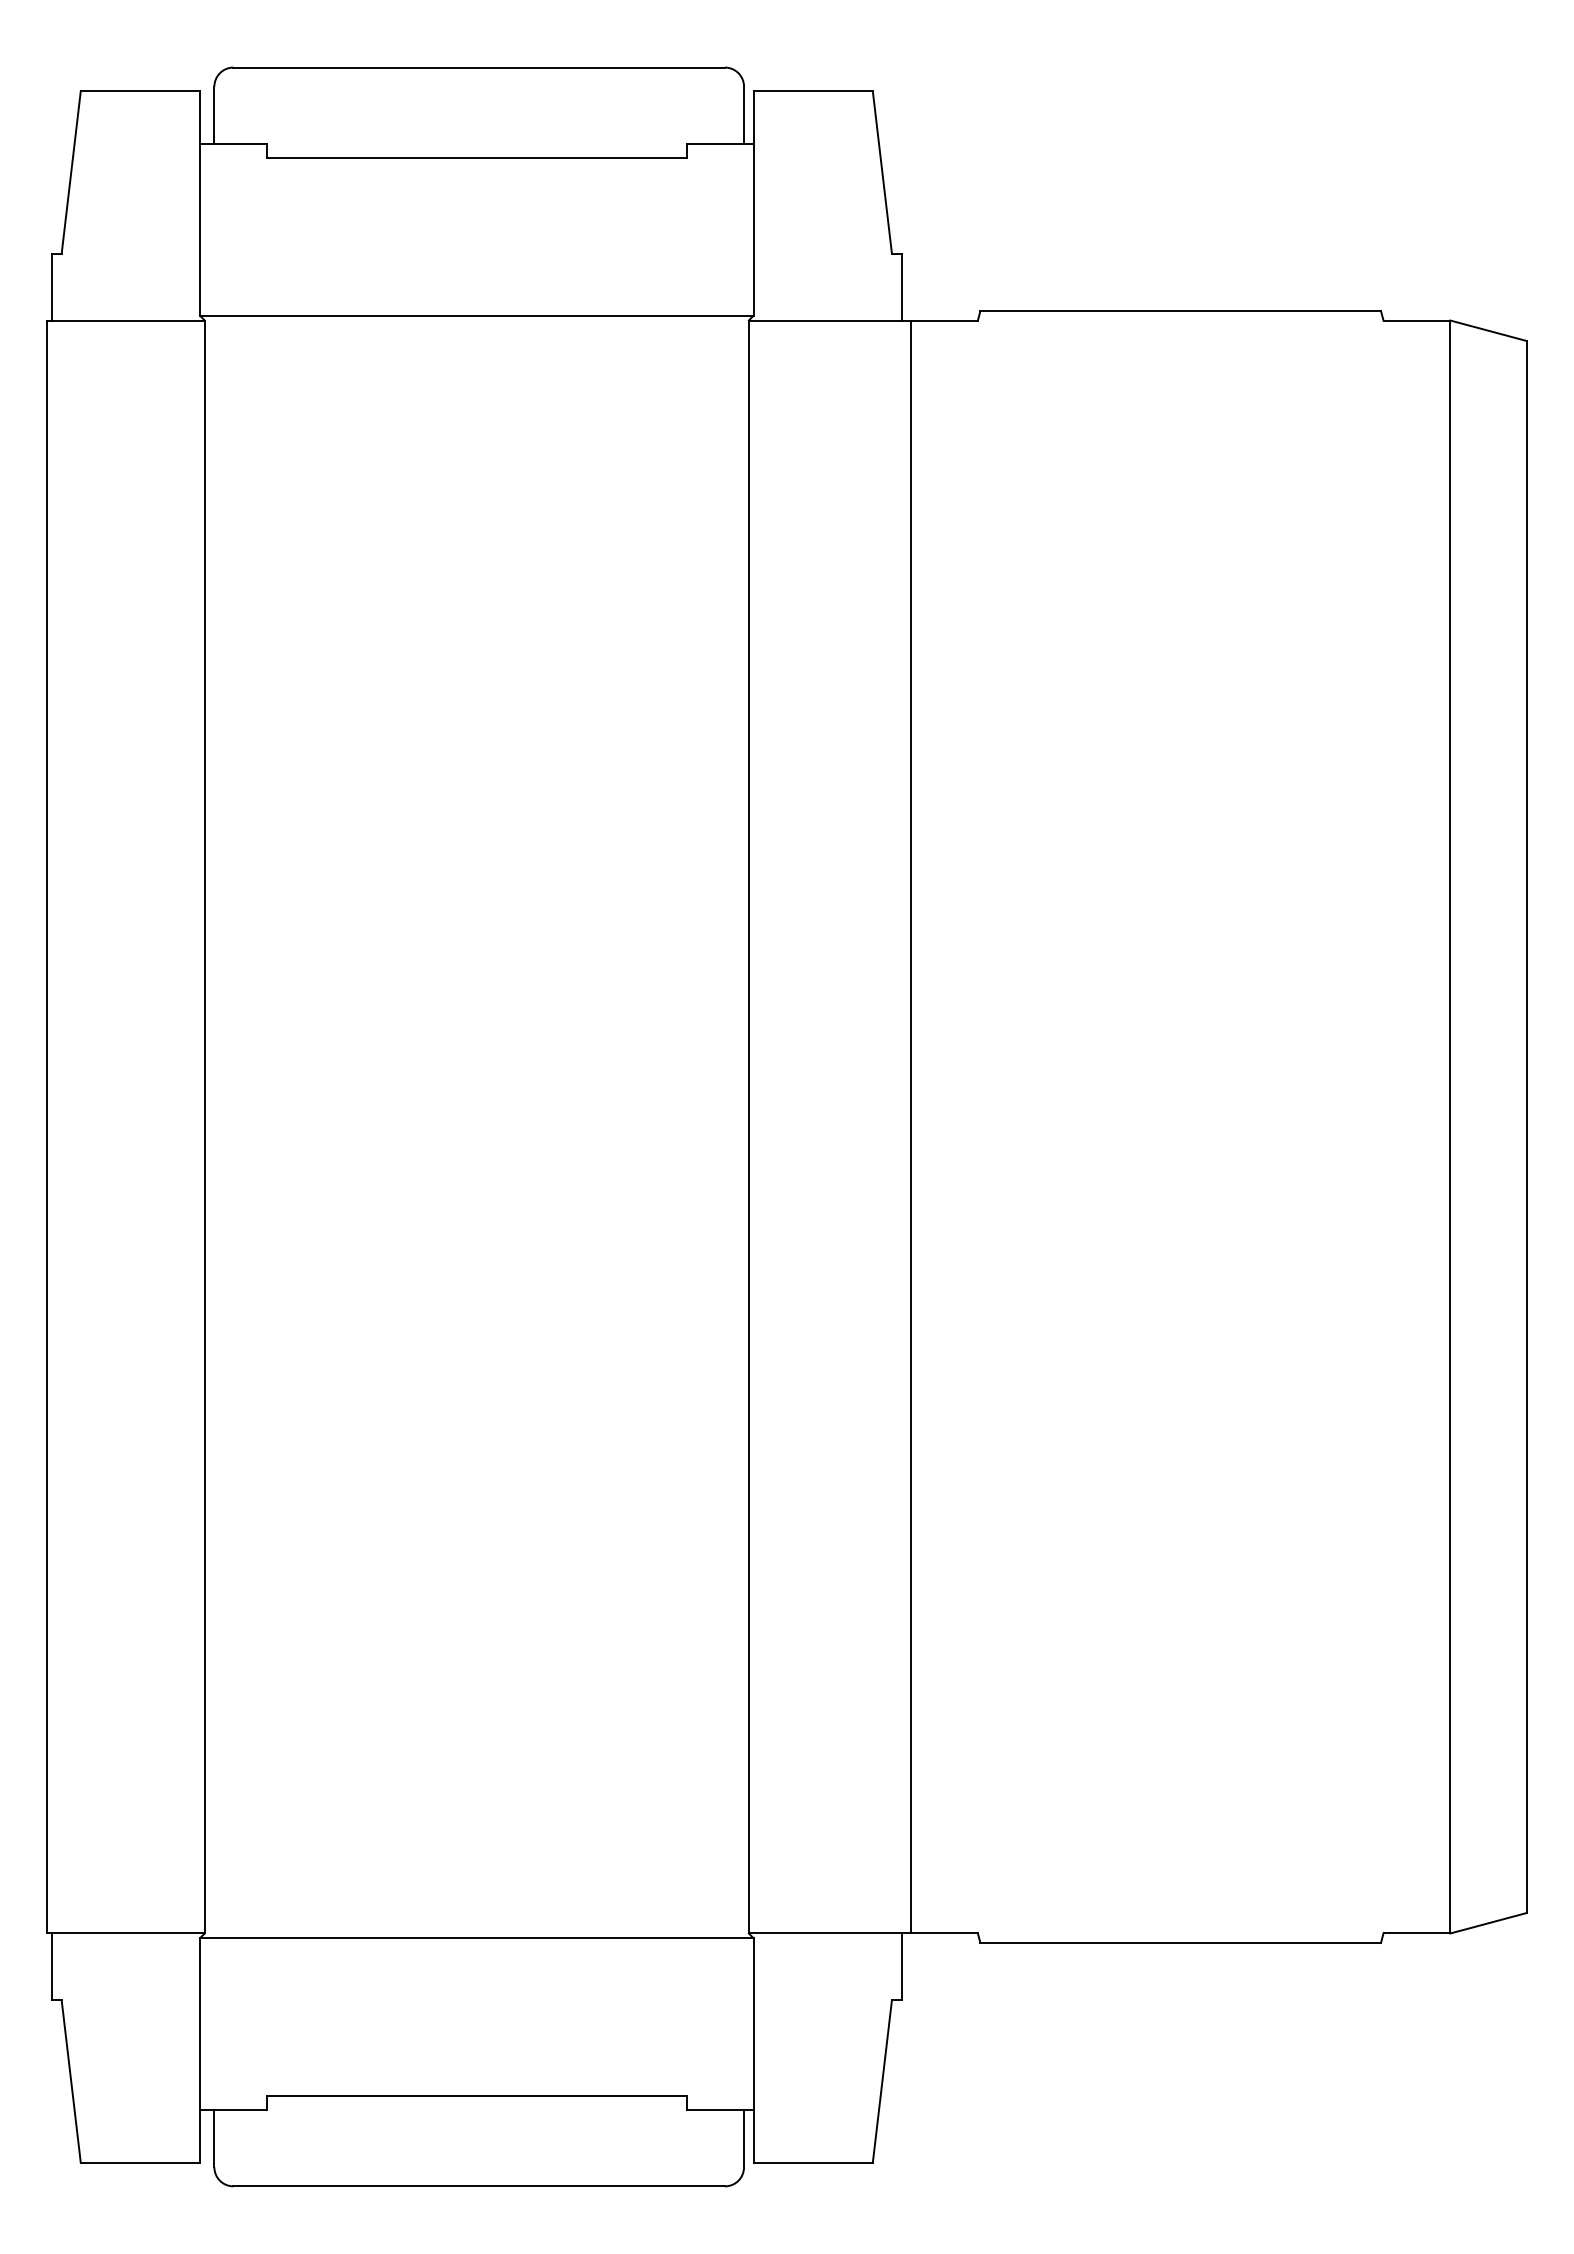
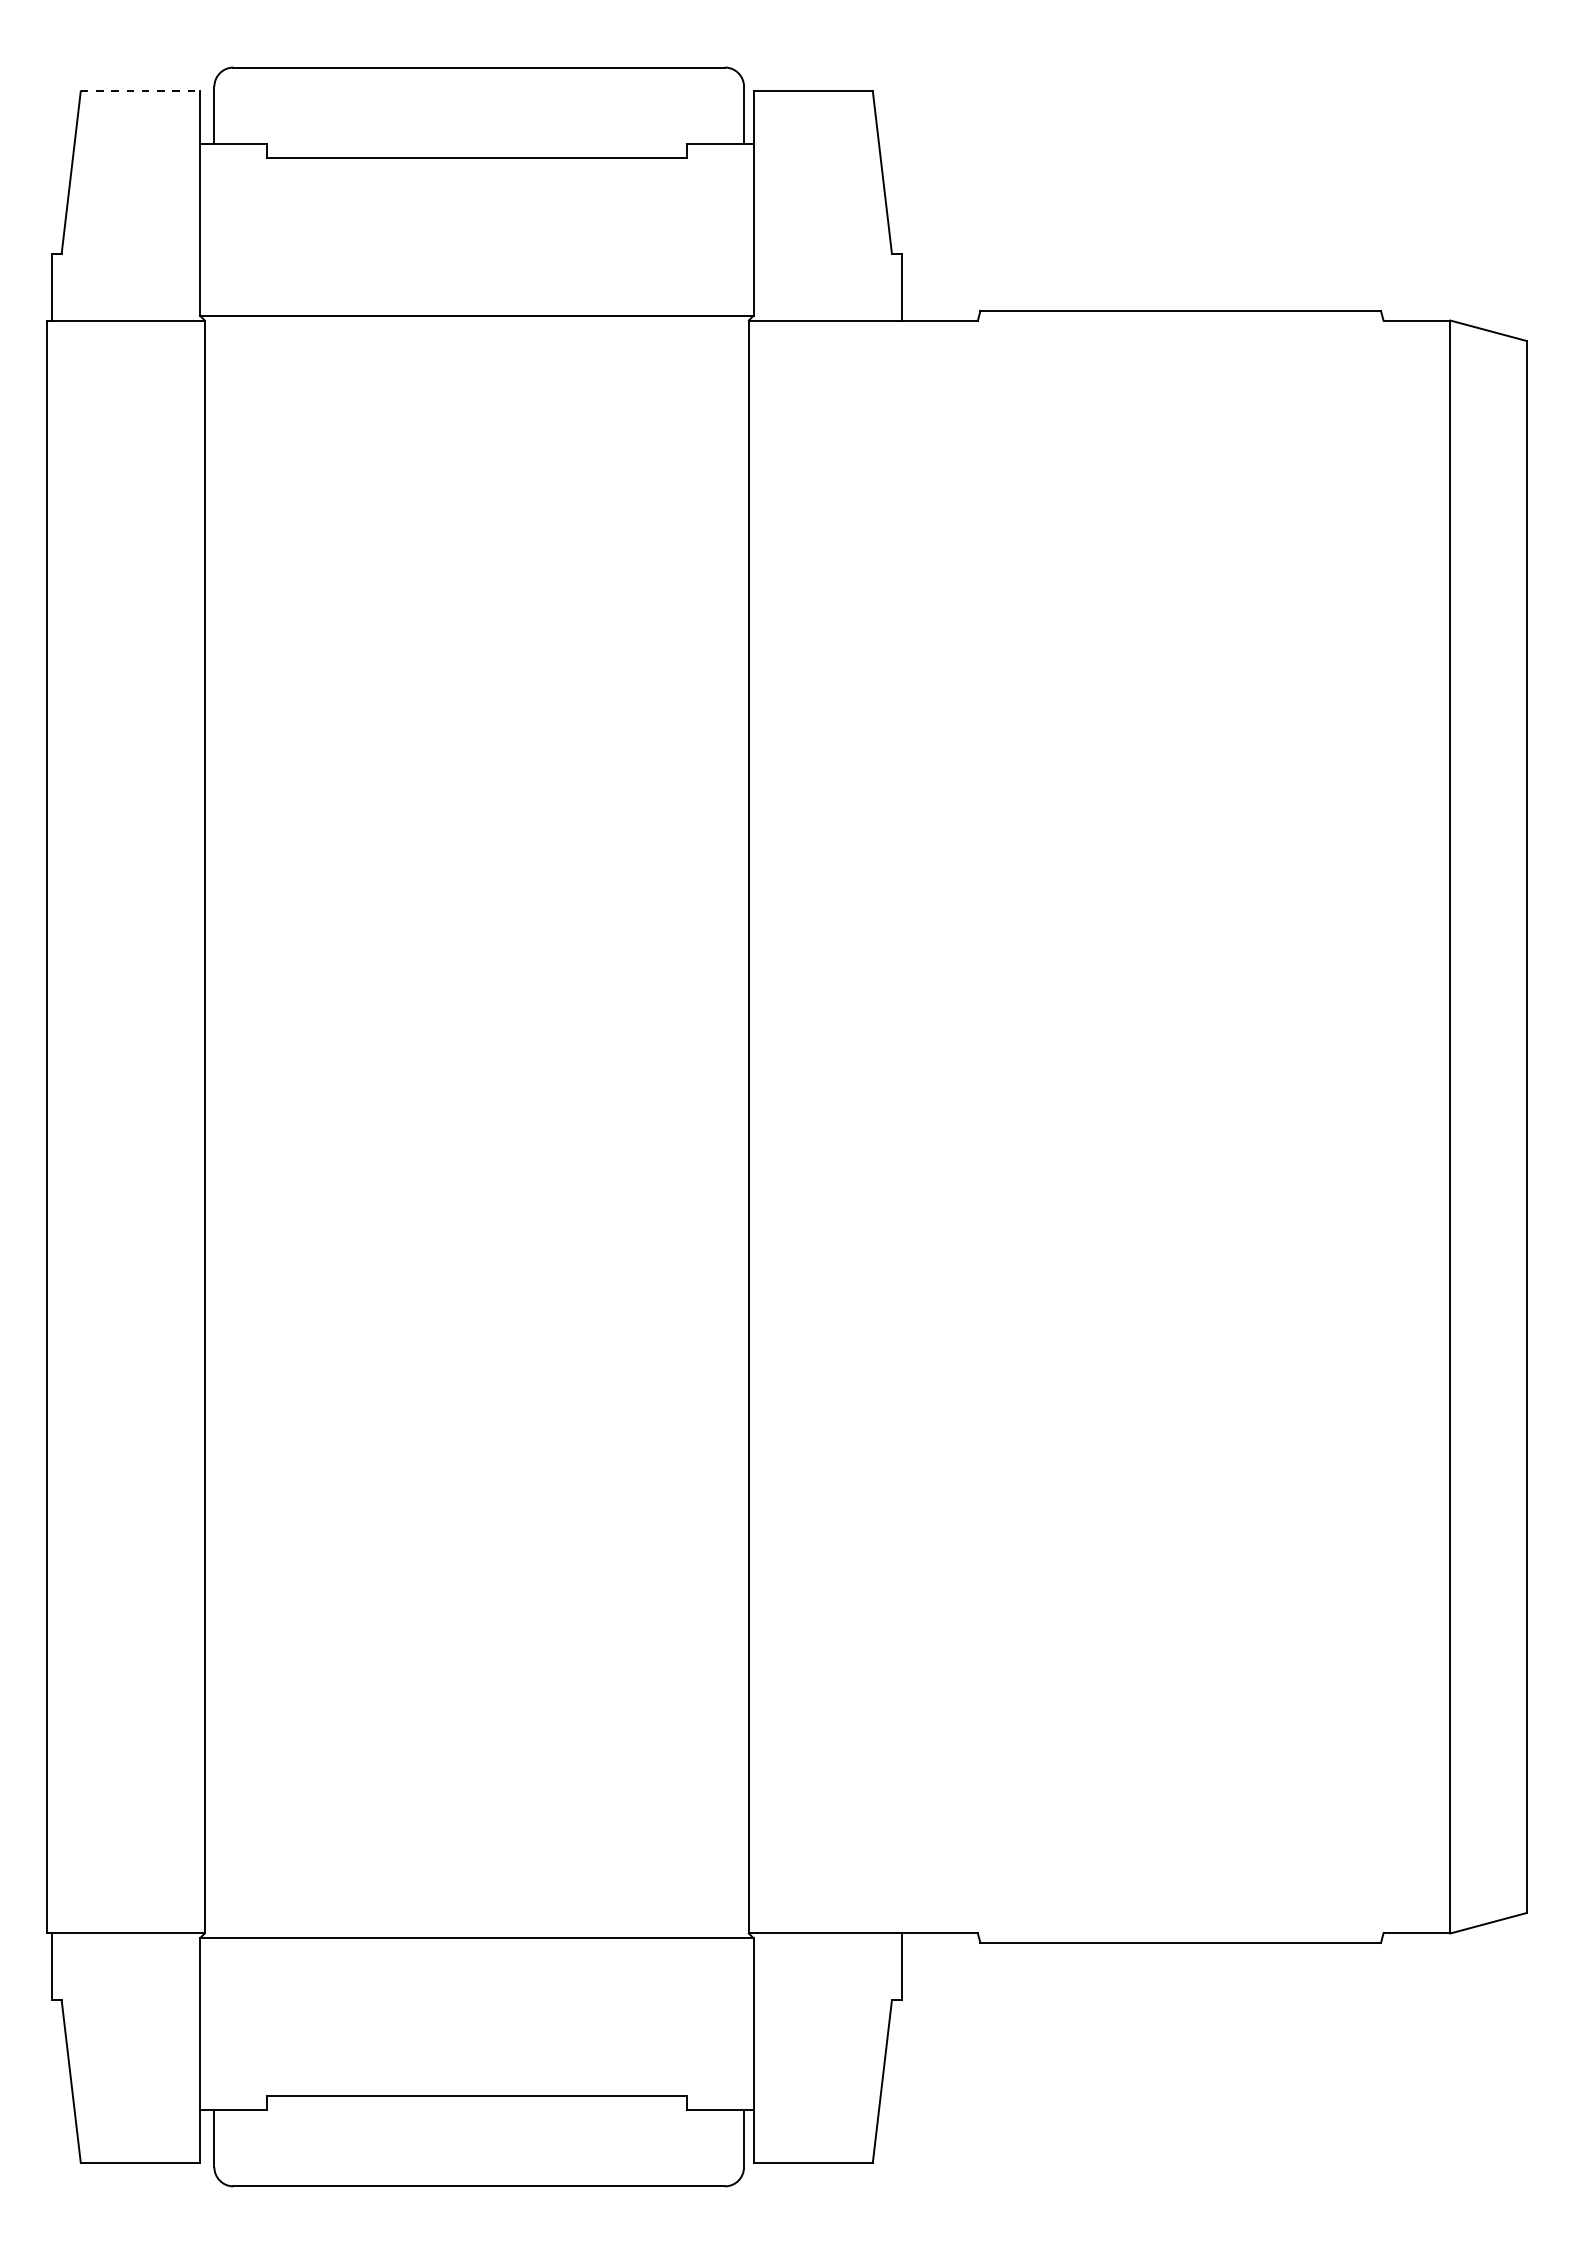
line at (140, 91): solid -> dashed
line at (911, 1126): present -> none
